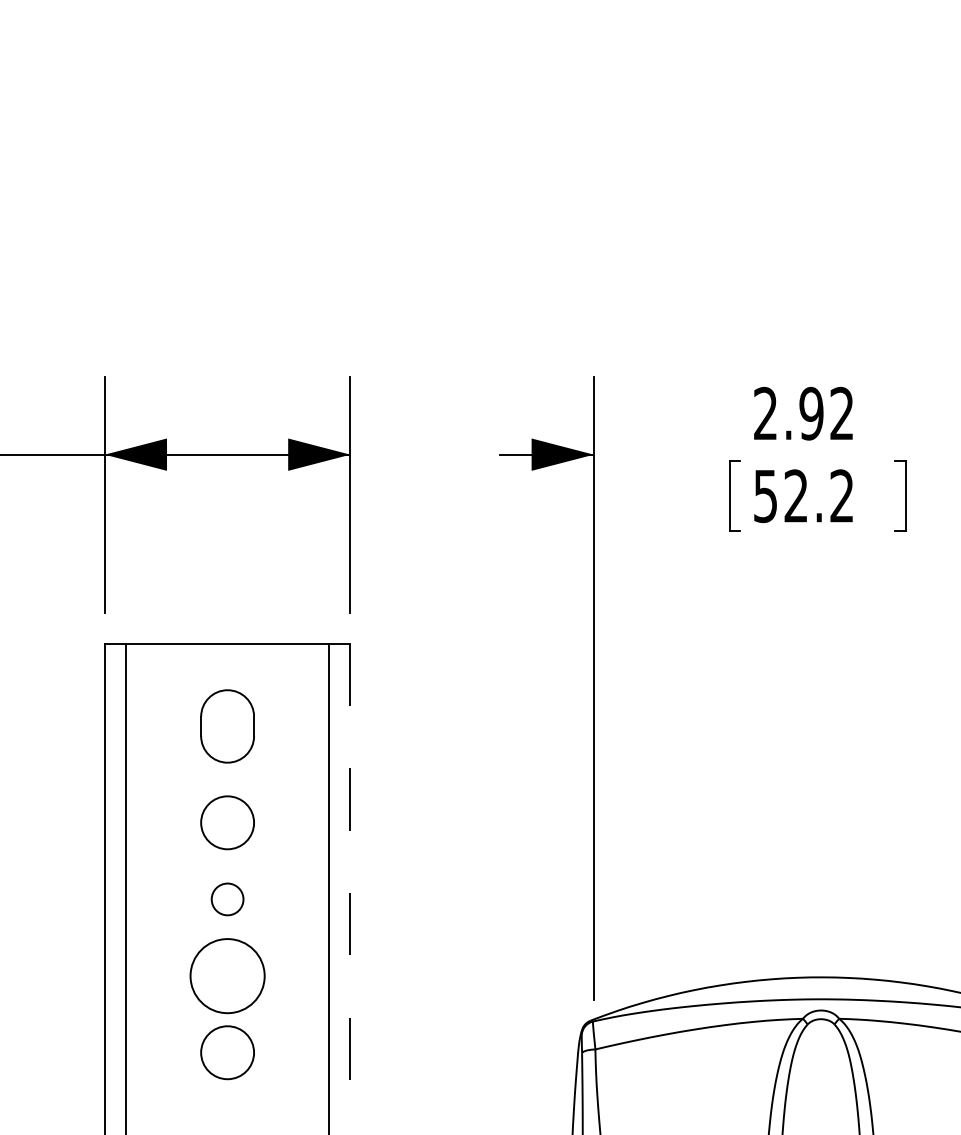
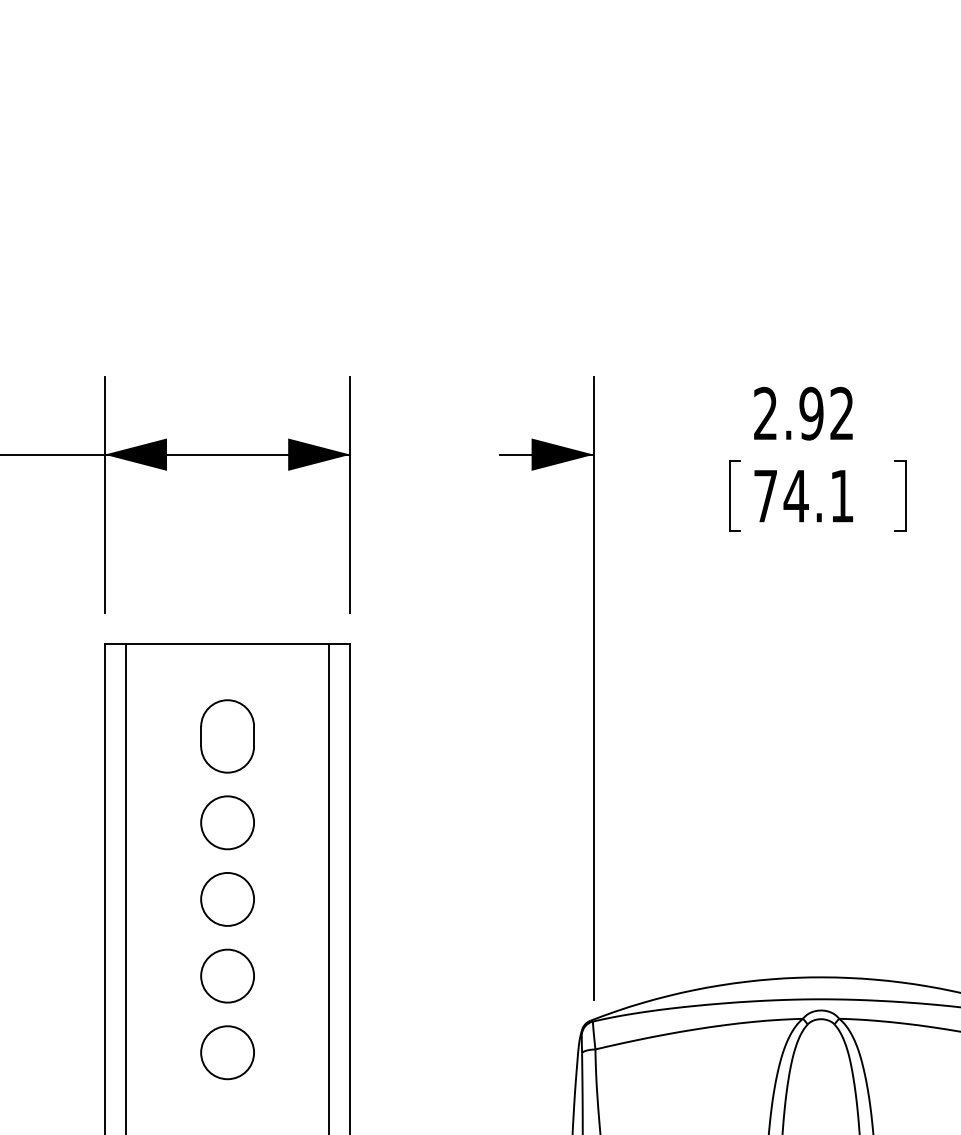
text at (803, 496): 52.2 -> 74.1
part at (227, 726) position: (227, 726) -> (227, 736)
line at (350, 889): dashed -> solid
circle at (227, 899) diameter: 32 px -> 53 px
circle at (227, 976) diameter: 74 px -> 53 px
